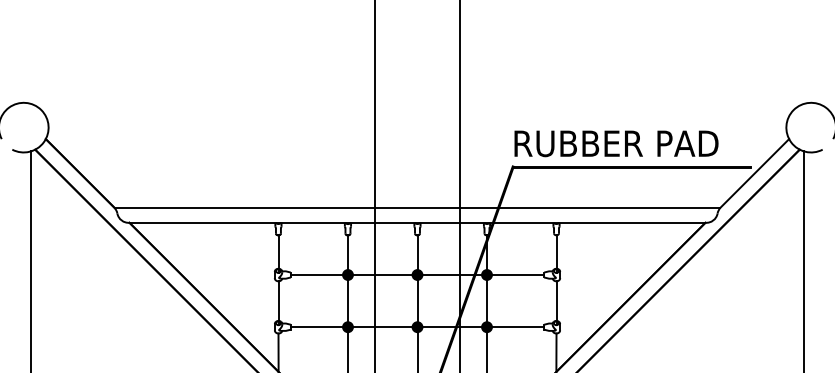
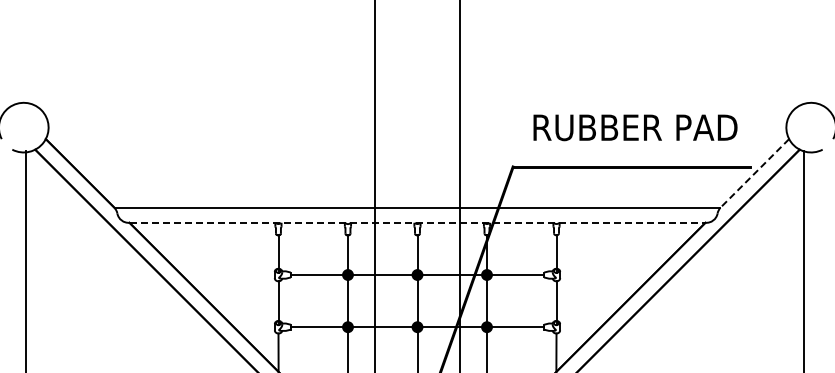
text at (616, 143) position: (616, 143) -> (635, 127)
line at (754, 173): solid -> dashed
line at (417, 222): solid -> dashed
line at (31, 260) position: (31, 260) -> (26, 260)
